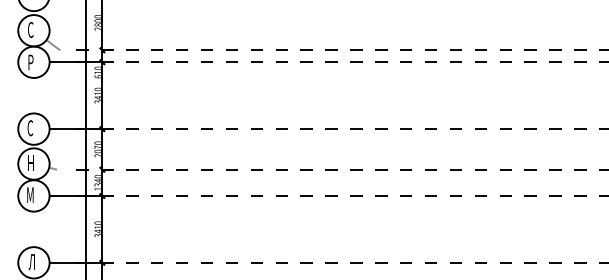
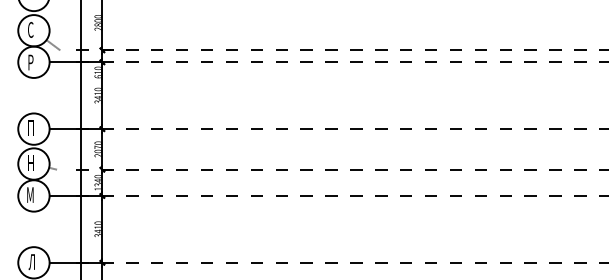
text at (30, 128): С -> П
line at (85, 139) position: (85, 139) -> (80, 139)
